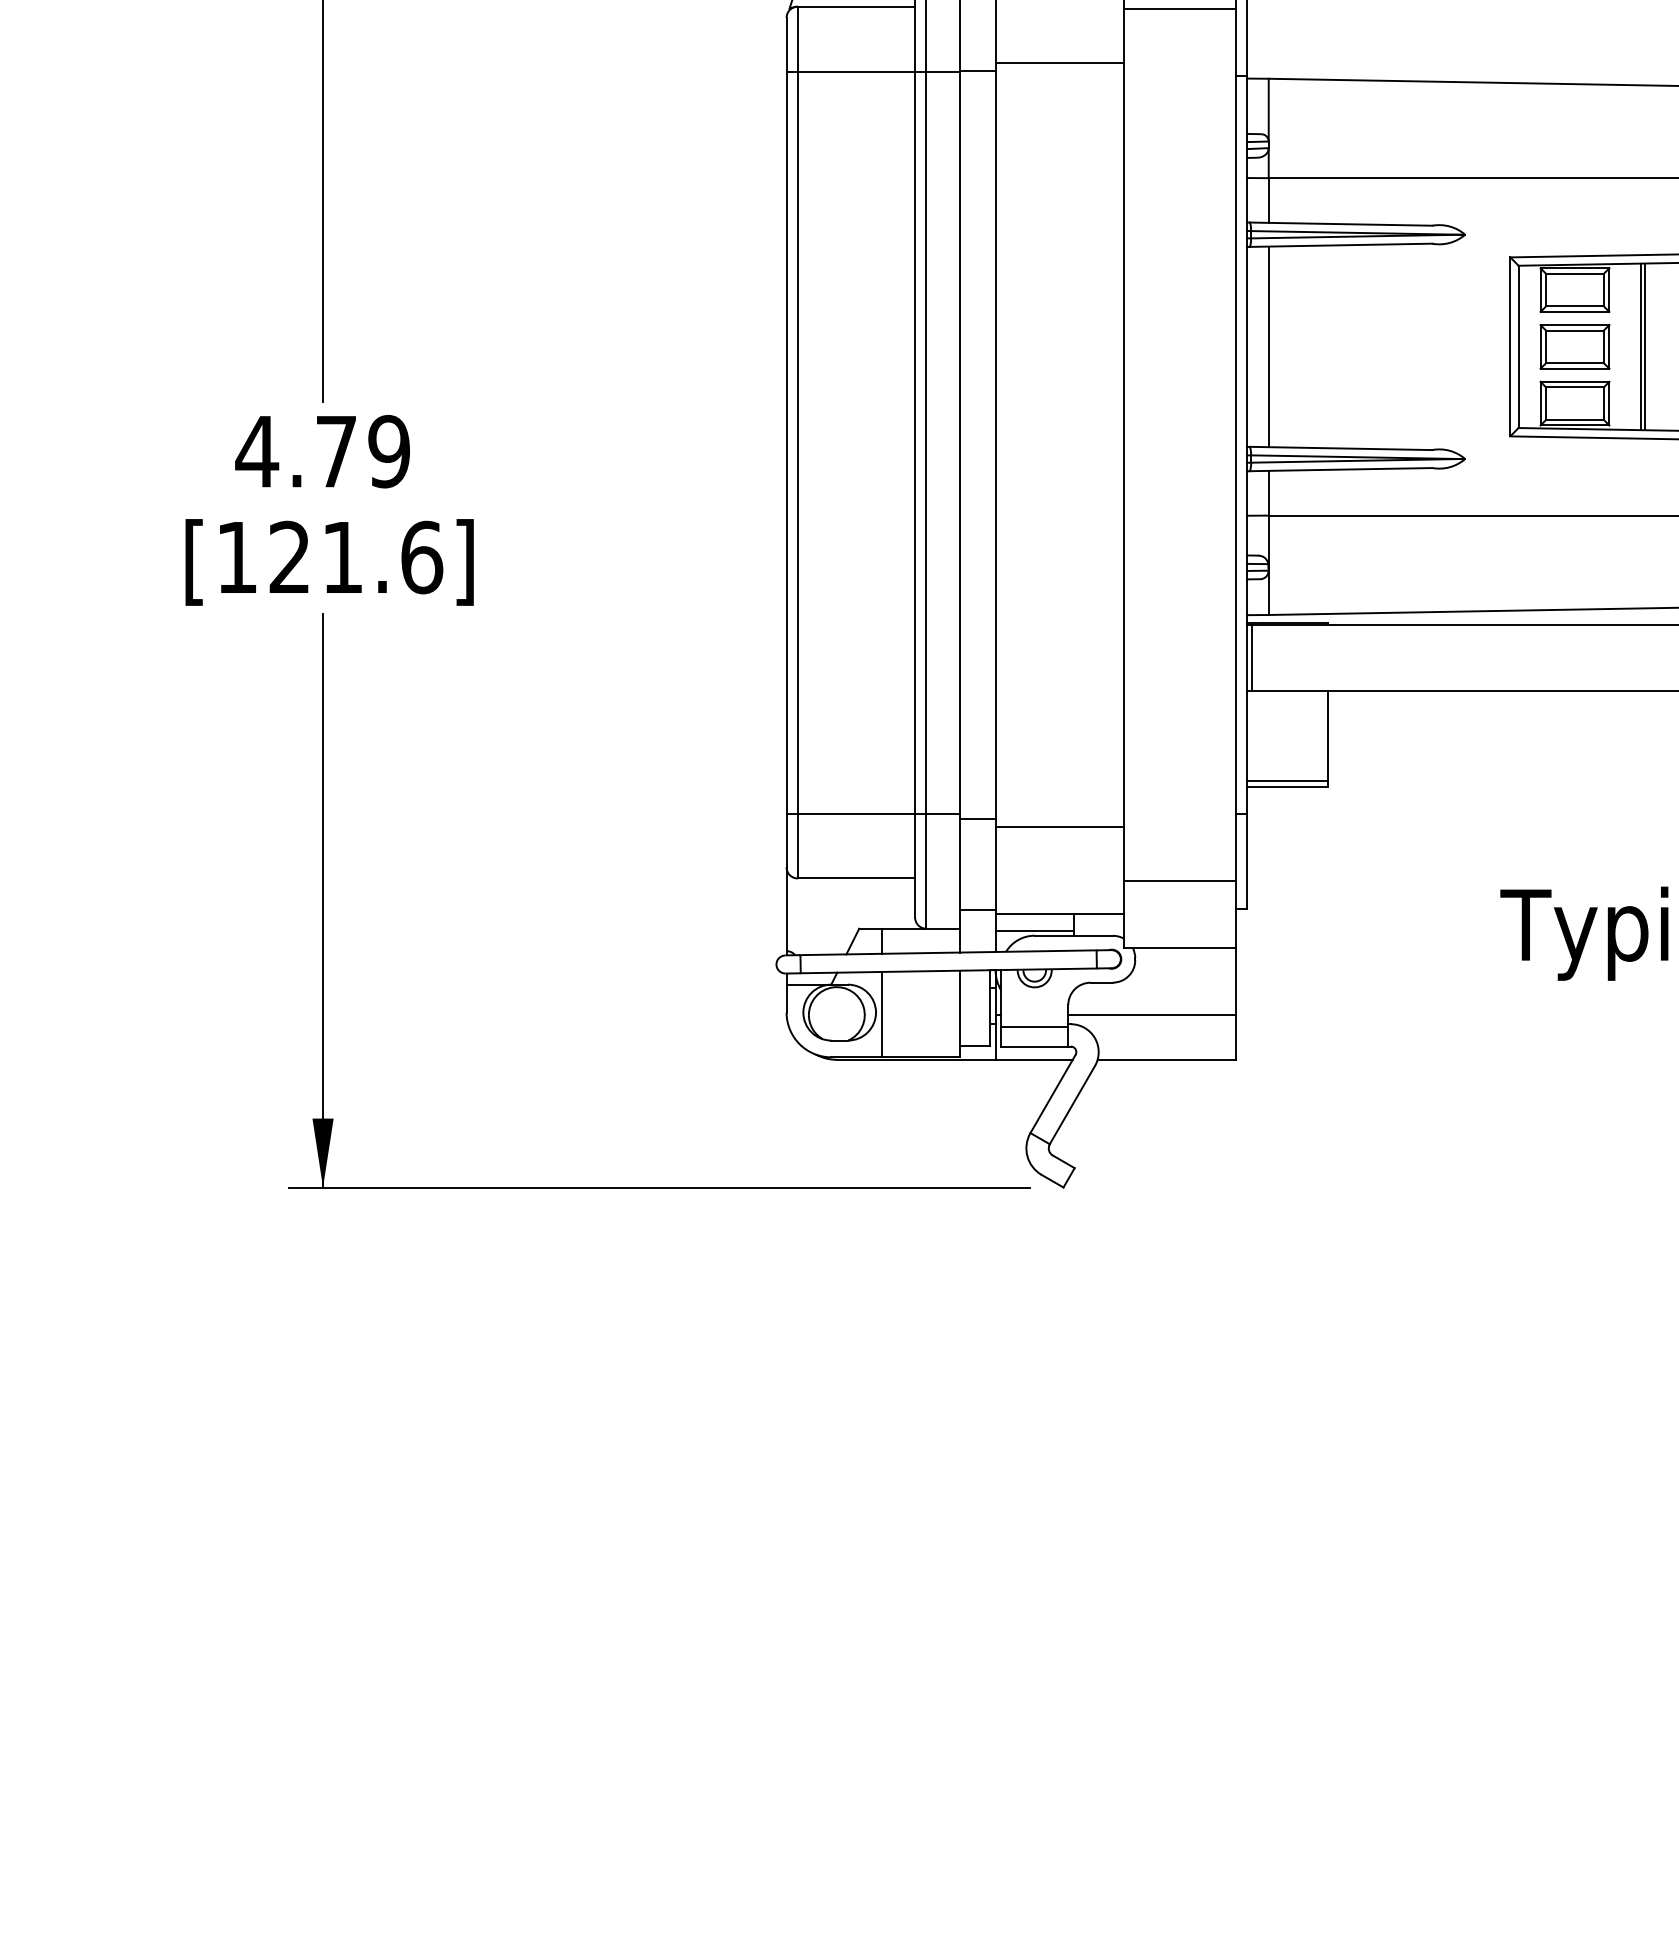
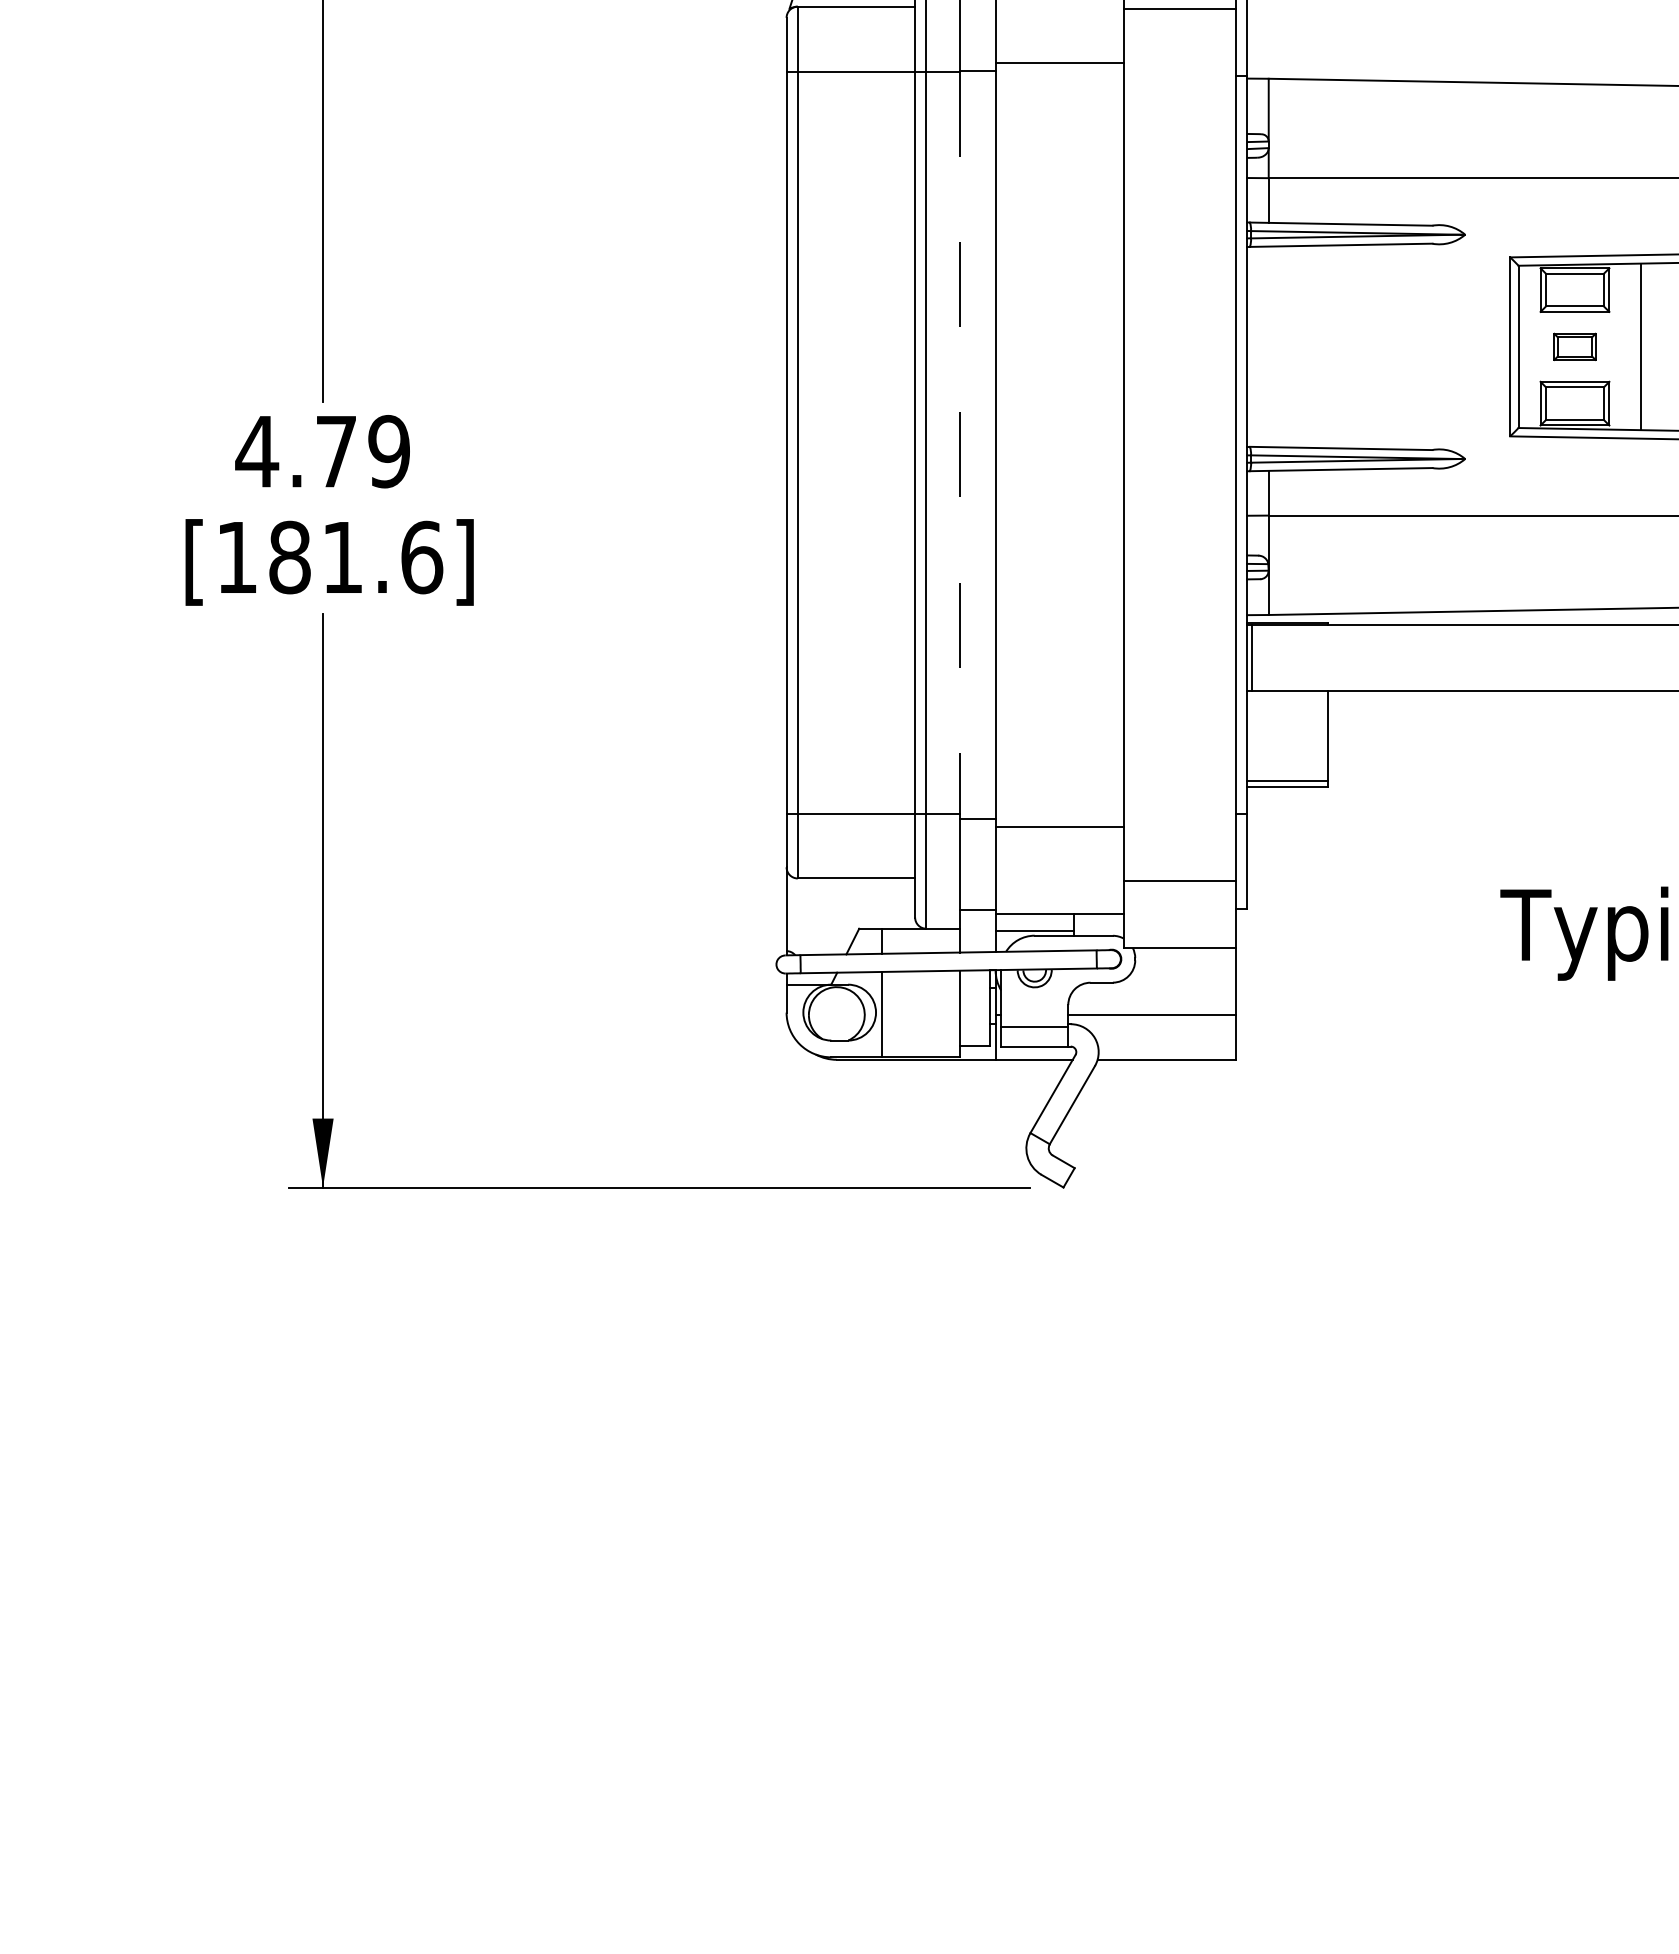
line at (1268, 346): present -> none
part at (1574, 346) size: 72x46 px -> 44x29 px
line at (1644, 346): present -> none
line at (959, 443): solid -> dashed
text at (289, 557): [121.6] -> [181.6]
